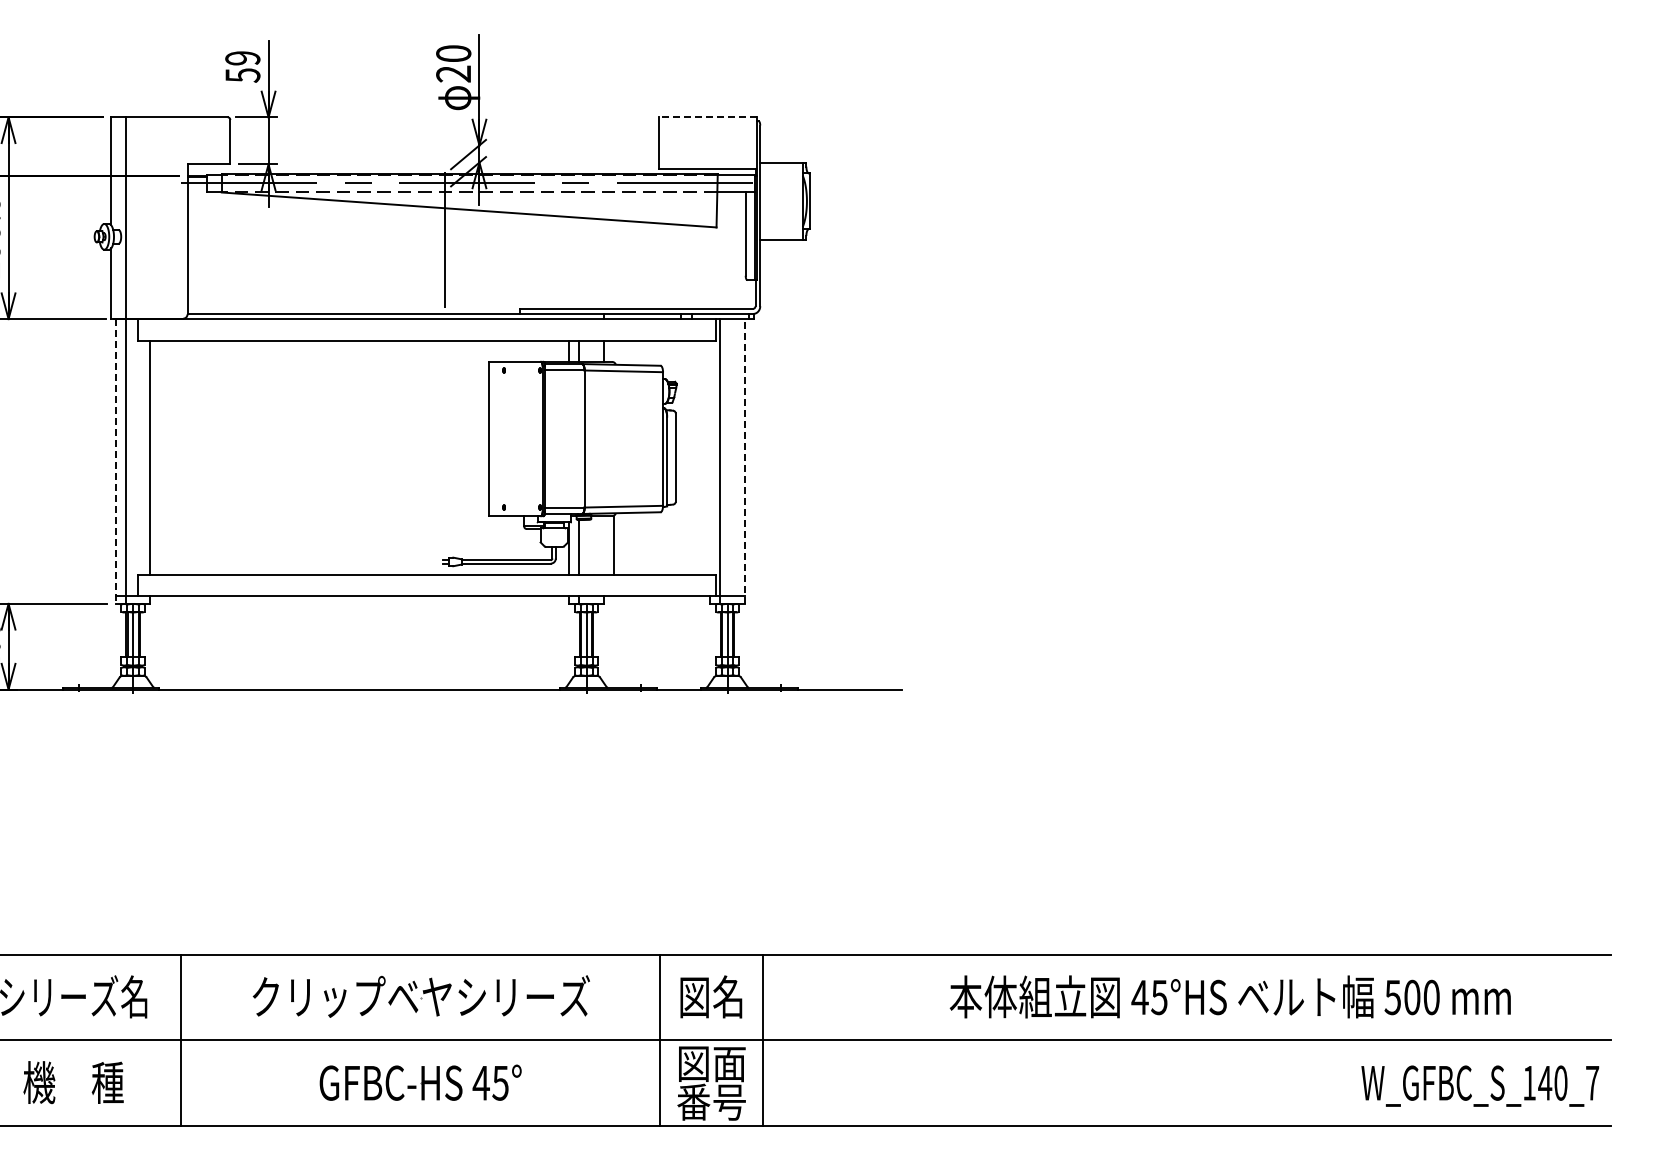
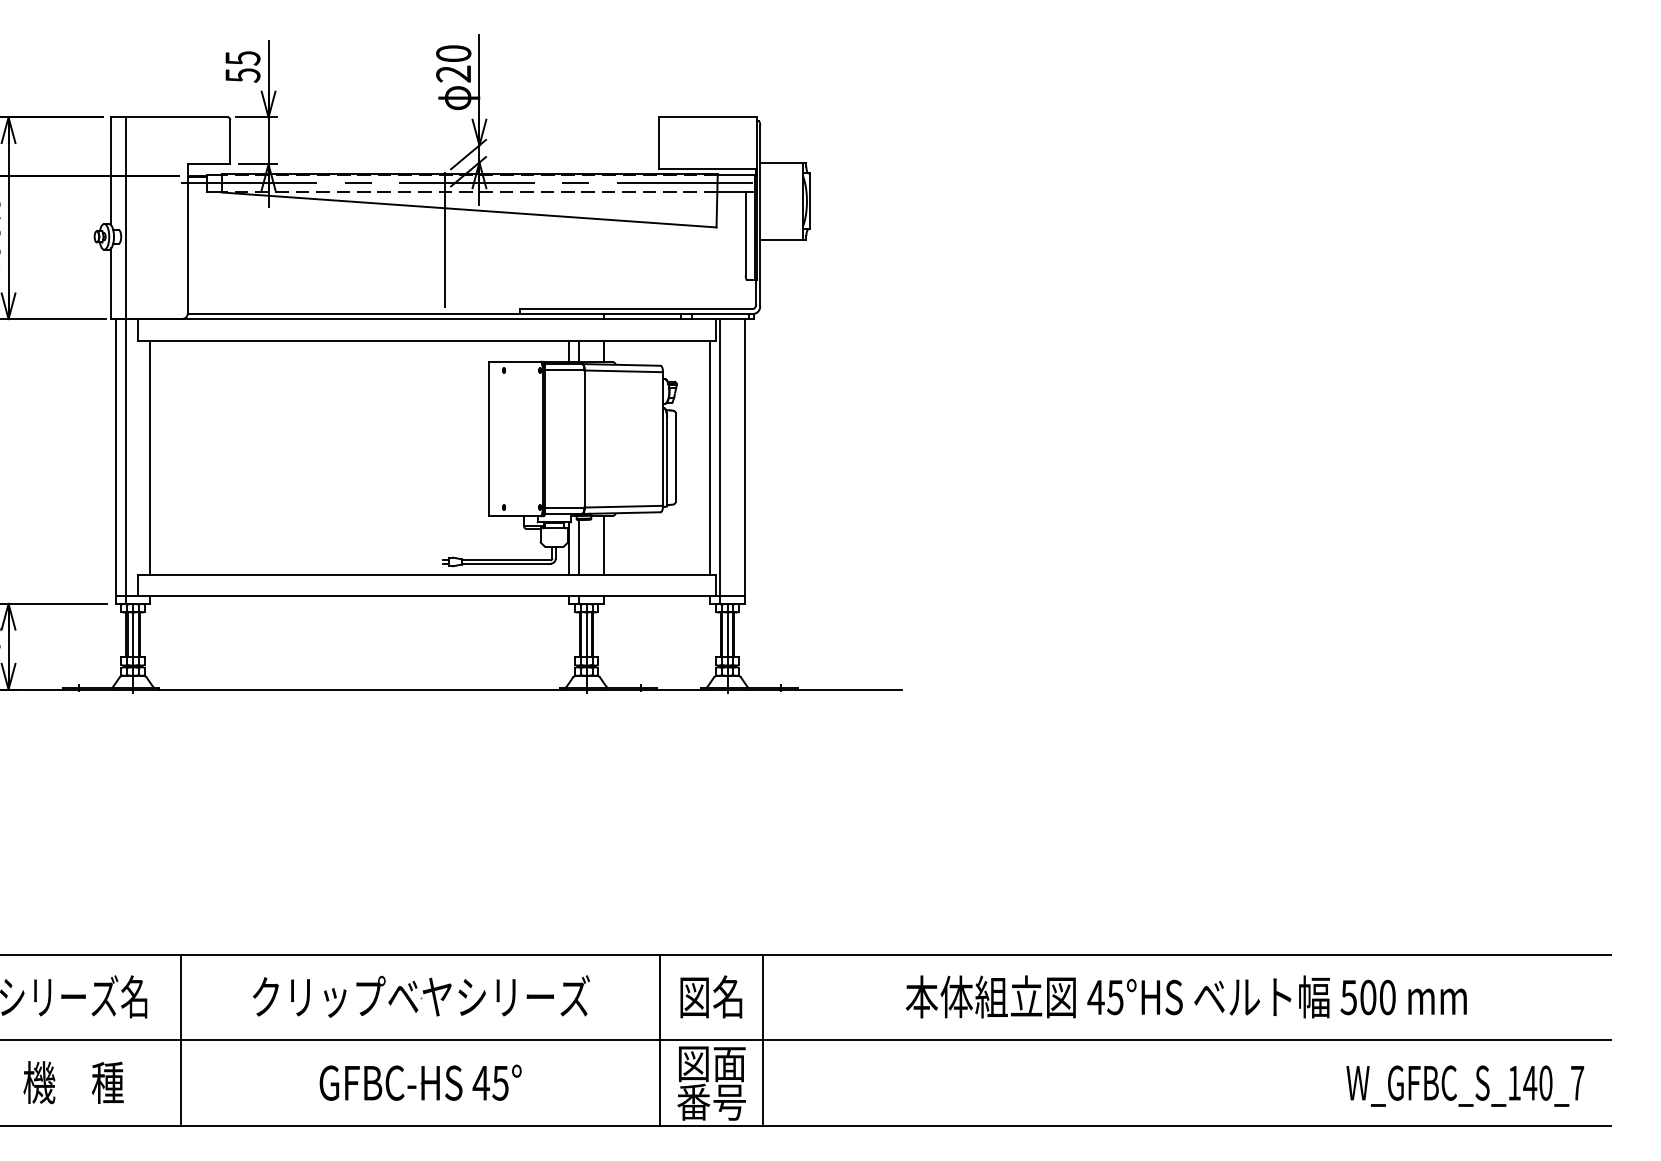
text at (242, 58): 59 -> 55
line at (707, 117): dashed -> solid
line at (710, 457): none -> present
line at (744, 461): dashed -> solid
line at (115, 462): dashed -> solid
line at (613, 545) position: (613, 545) -> (603, 545)
text at (1229, 996) position: (1229, 996) -> (1185, 996)
text at (1480, 1085) position: (1480, 1085) -> (1465, 1085)
